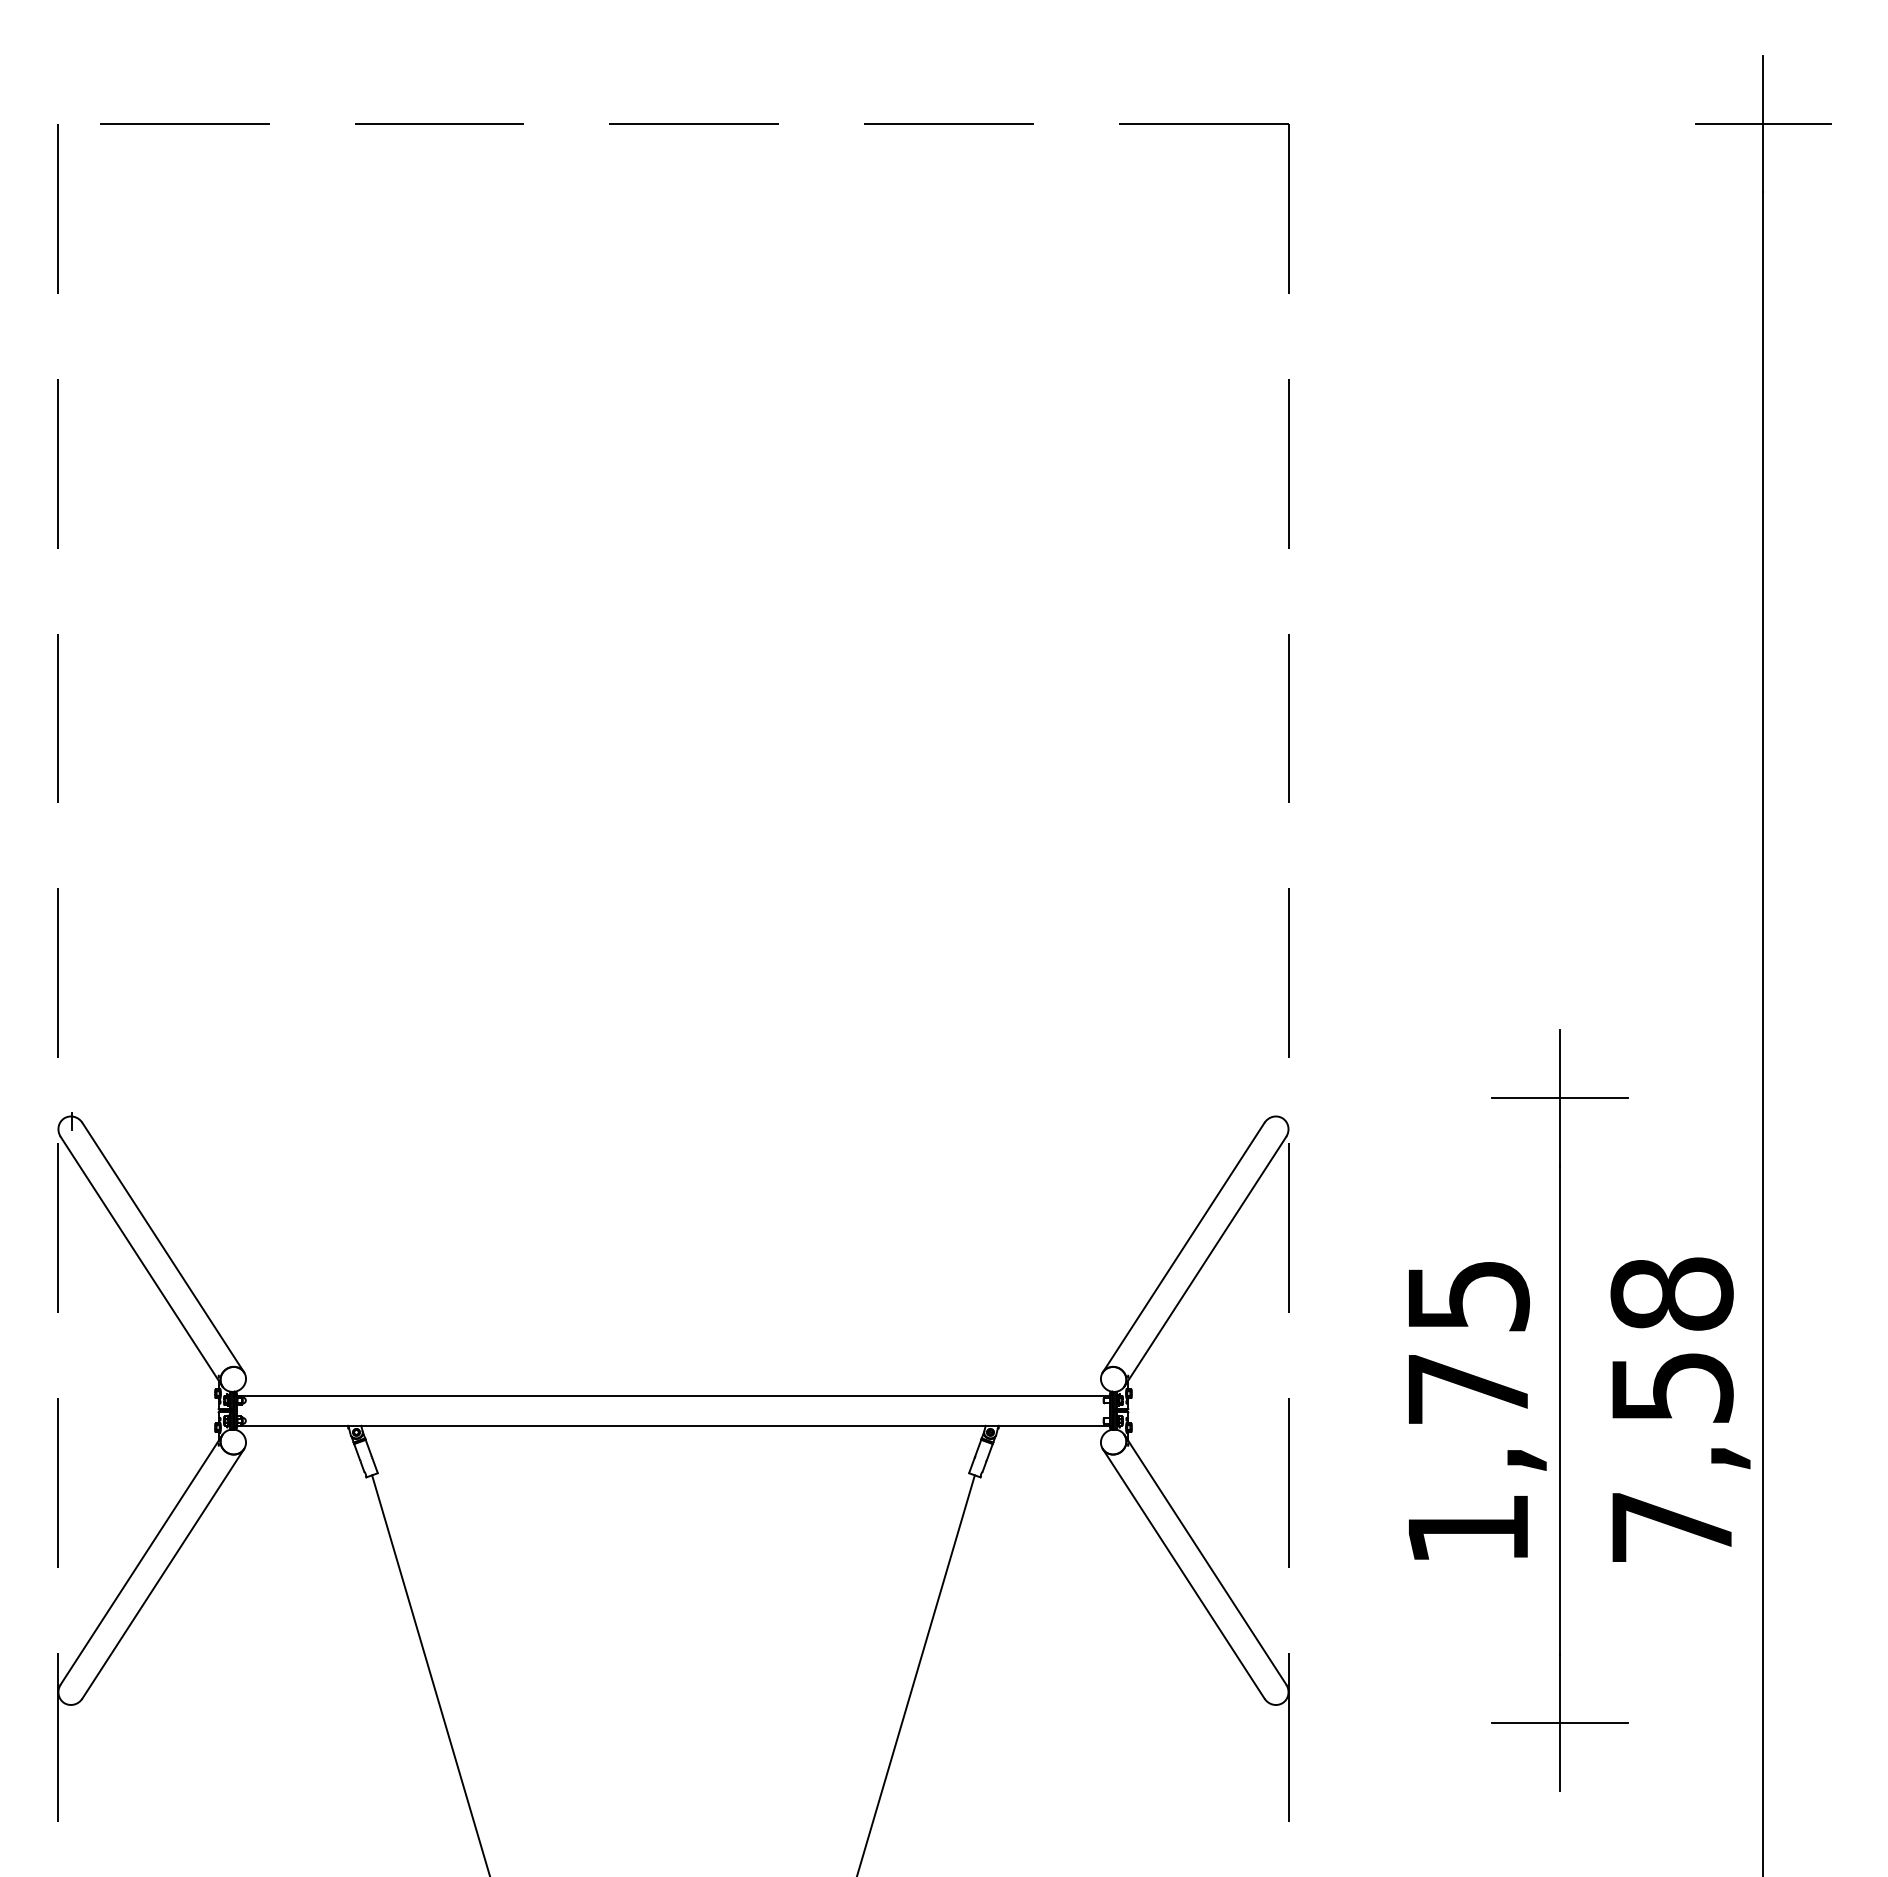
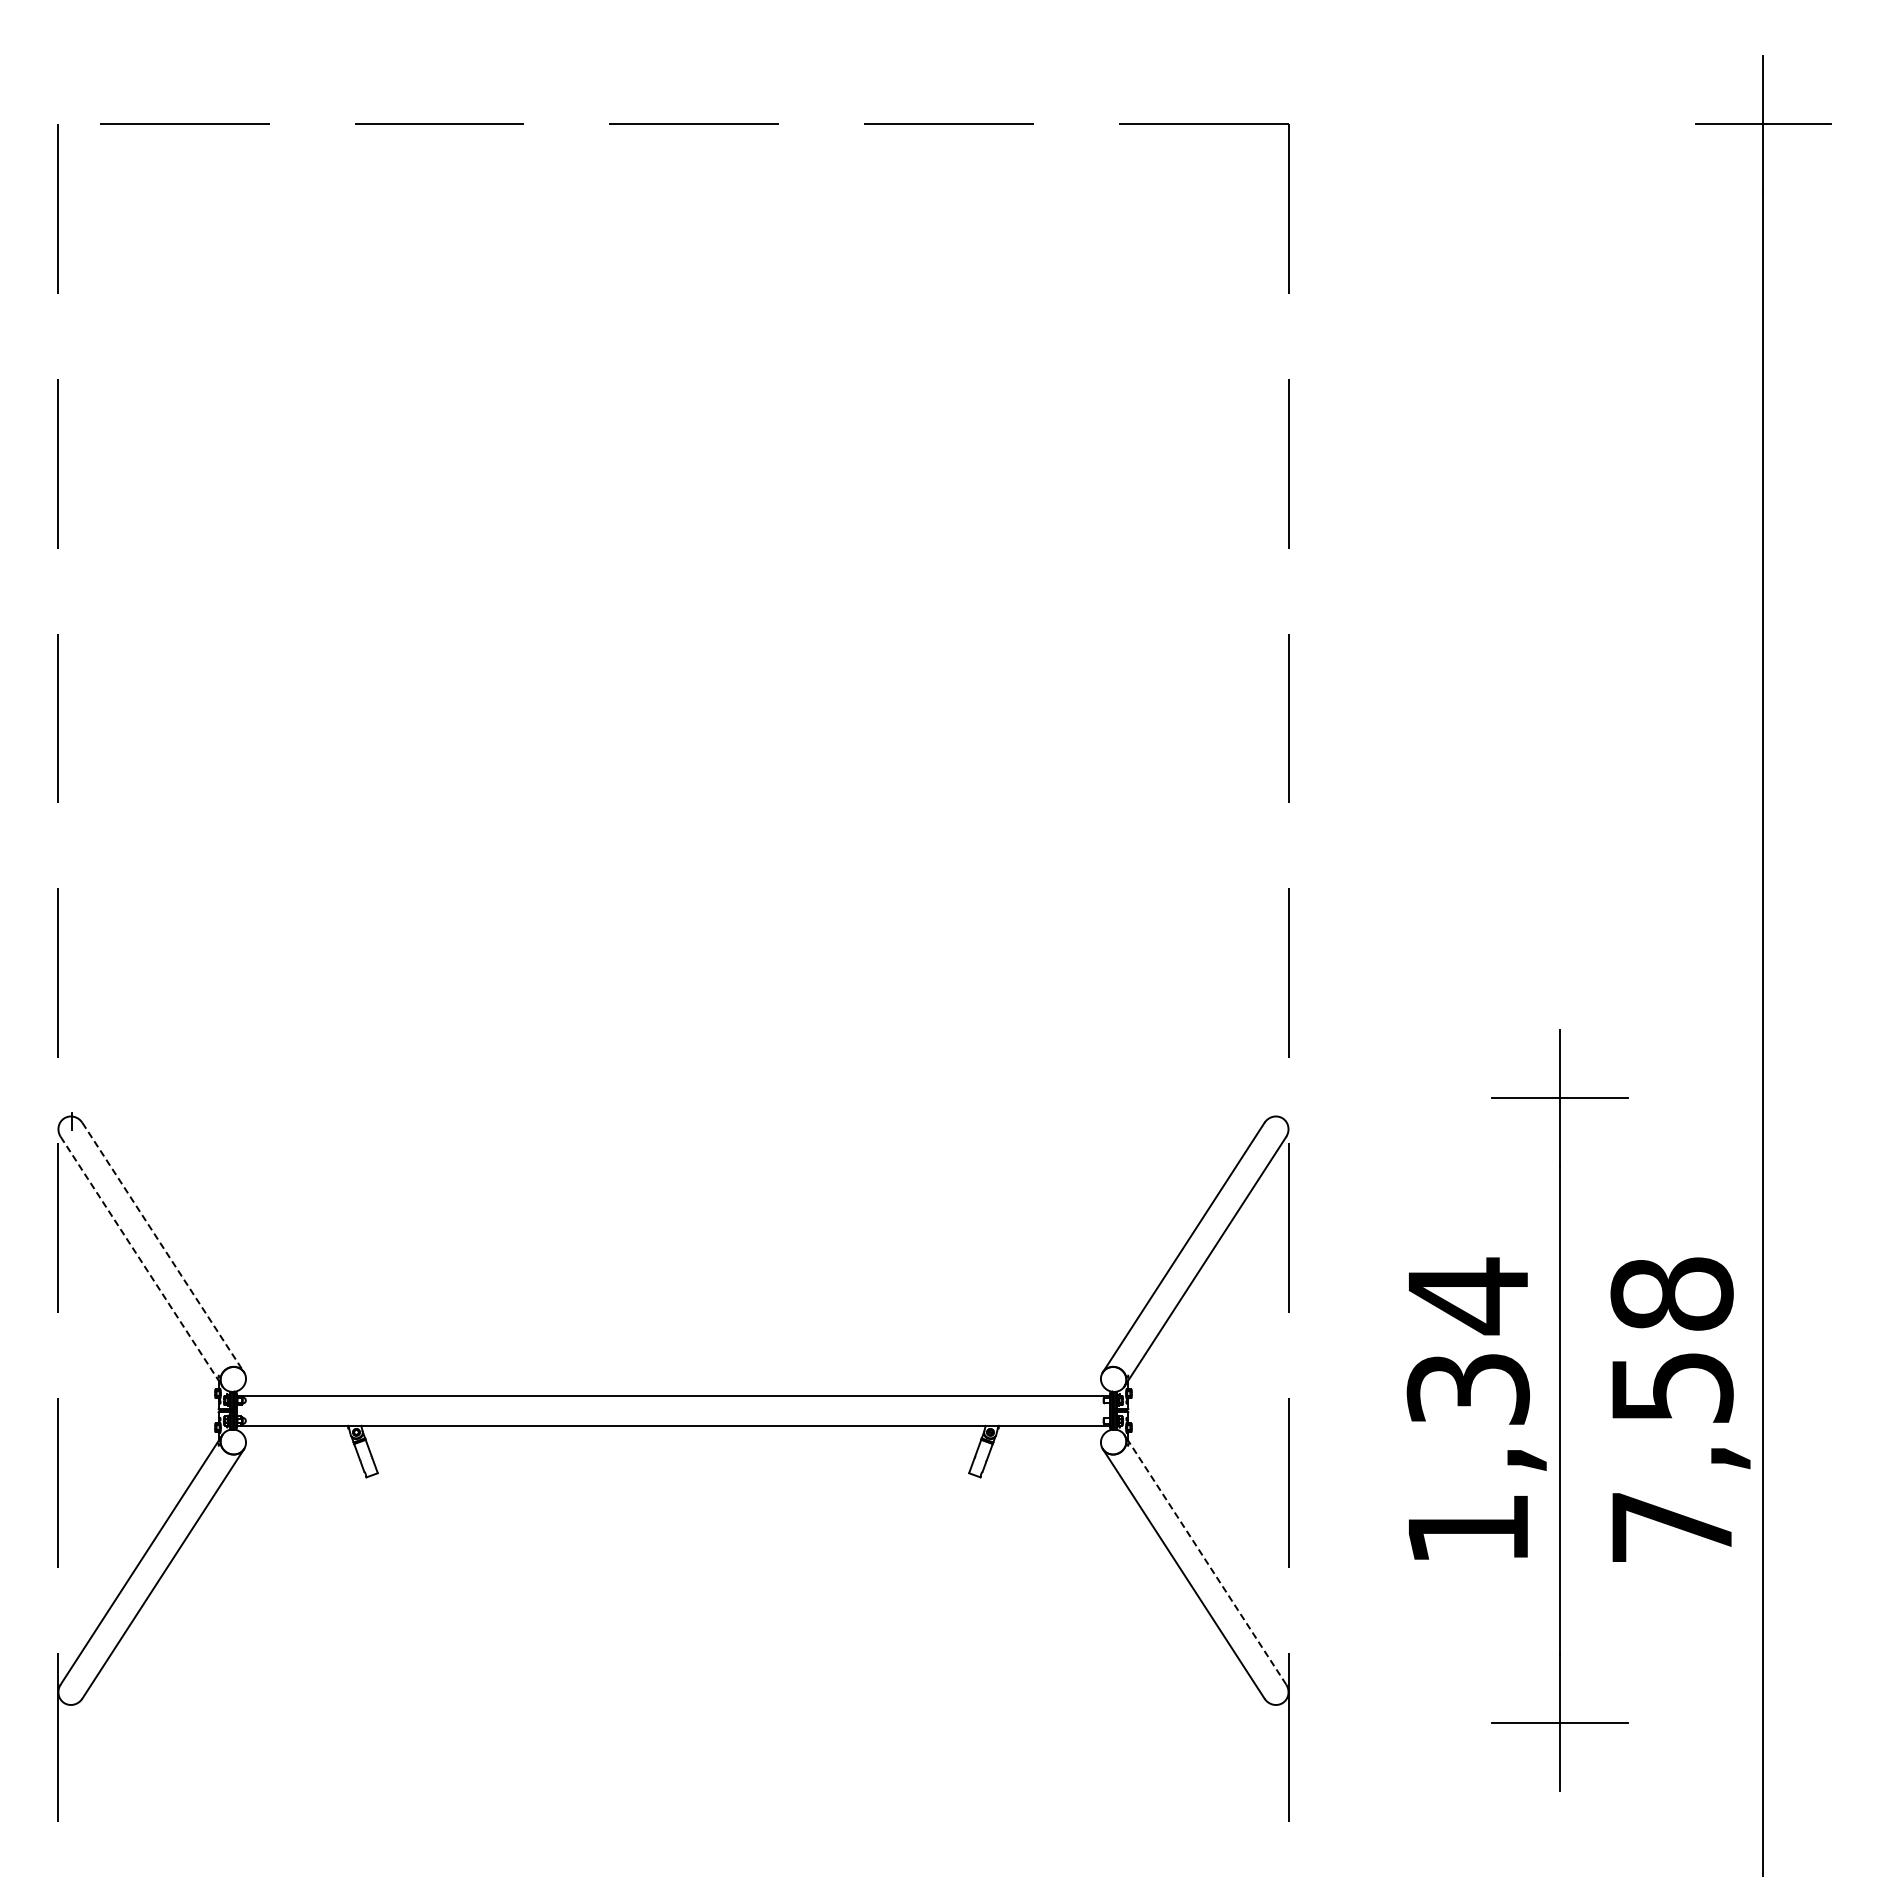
line at (163, 1247): solid -> dashed
line at (141, 1261): solid -> dashed
text at (1467, 1340): 1,75 -> 1,34
line at (1205, 1559): solid -> dashed
line at (430, 1674): present -> none
line at (915, 1674): present -> none
